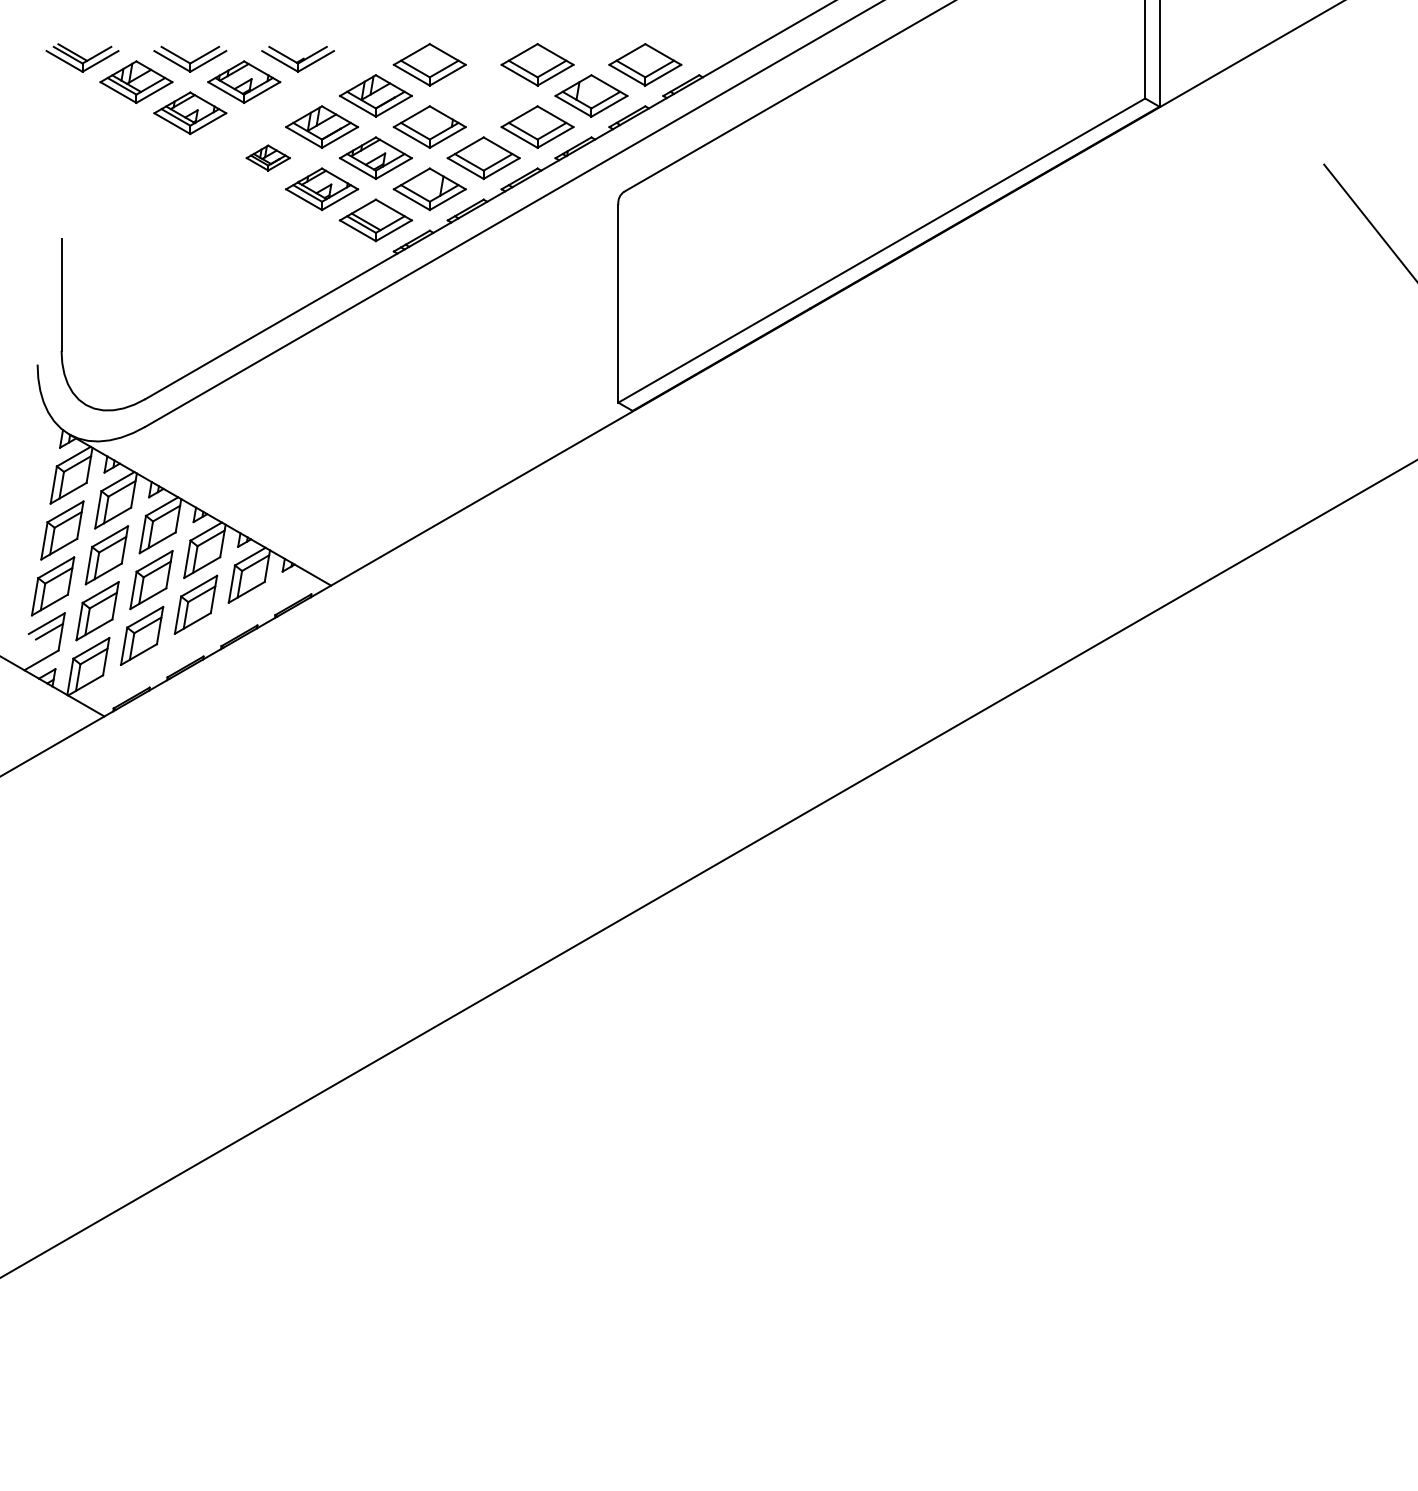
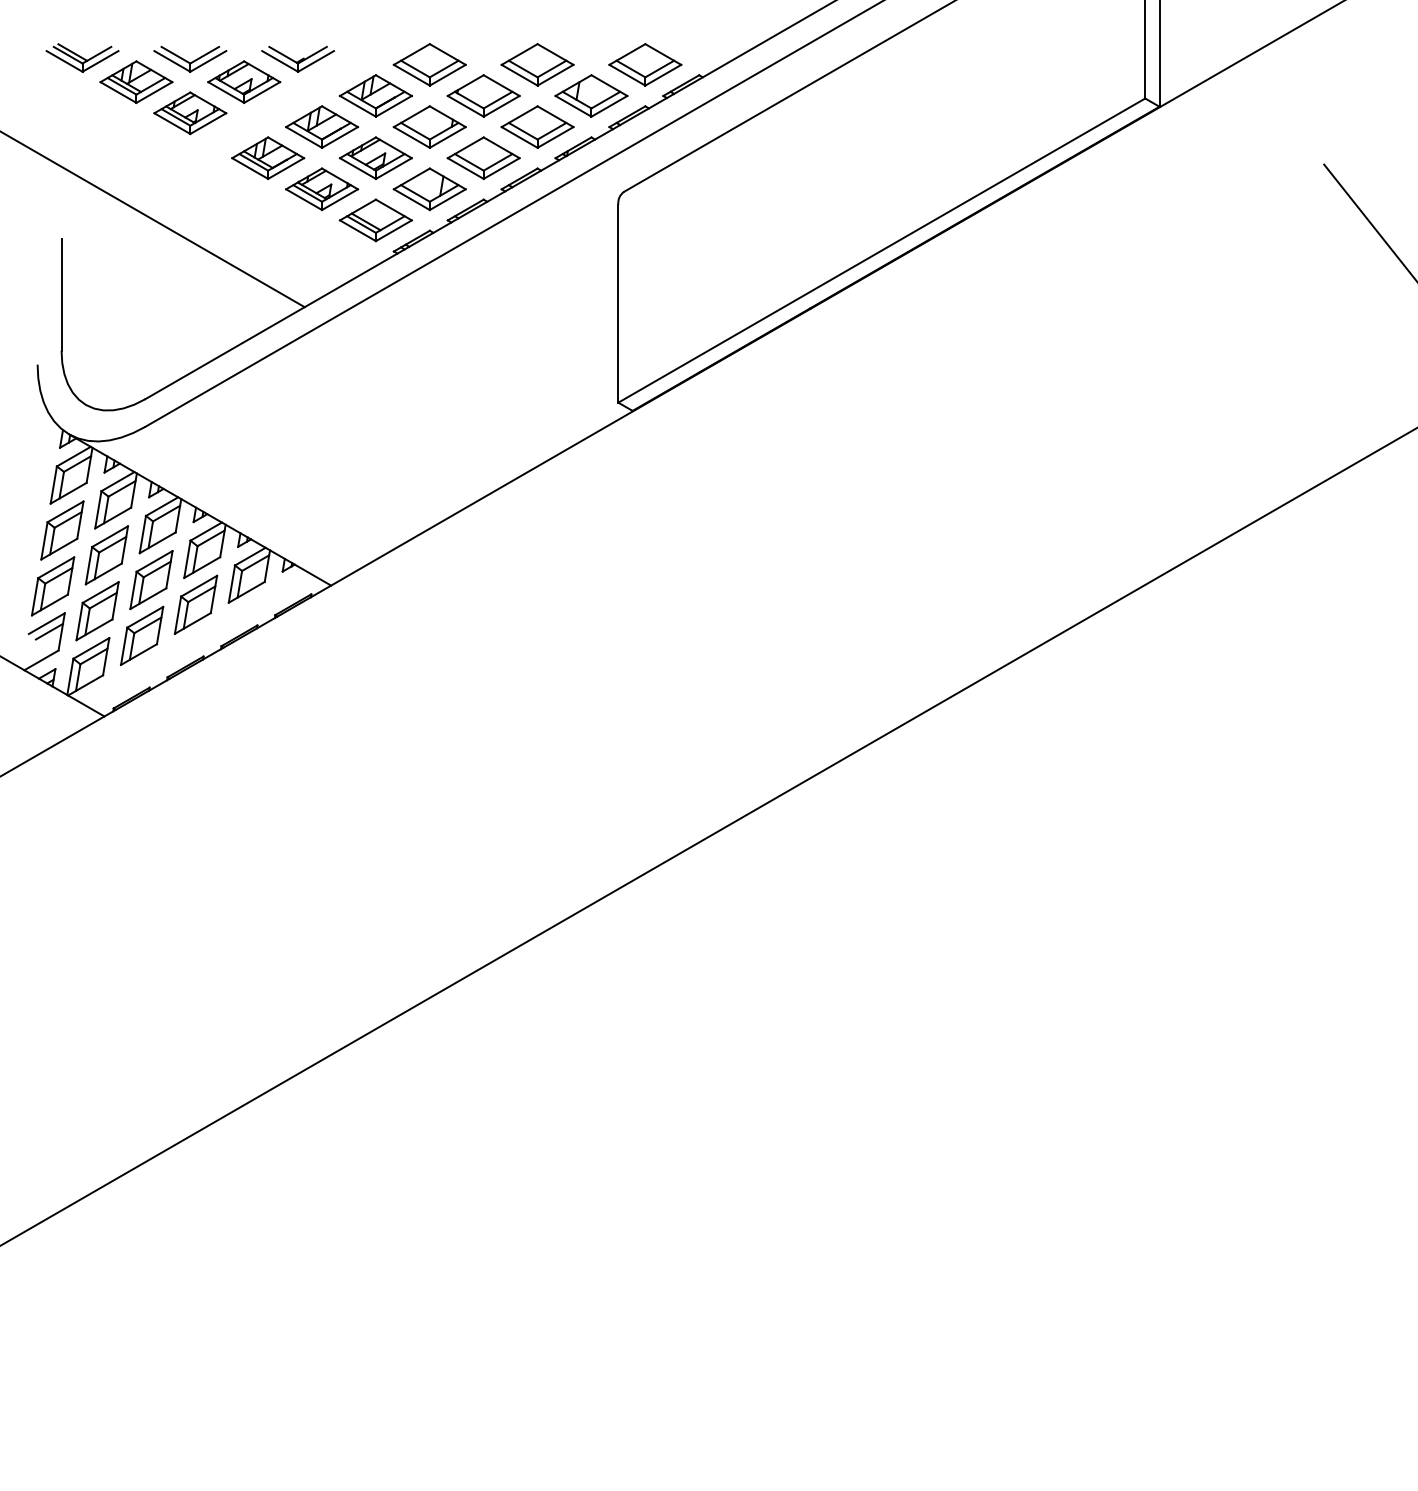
part at (483, 95): none -> present
part at (267, 157) size: 46x28 px -> 75x44 px
line at (153, 219): none -> present
line at (708, 868) position: (708, 868) -> (708, 836)
